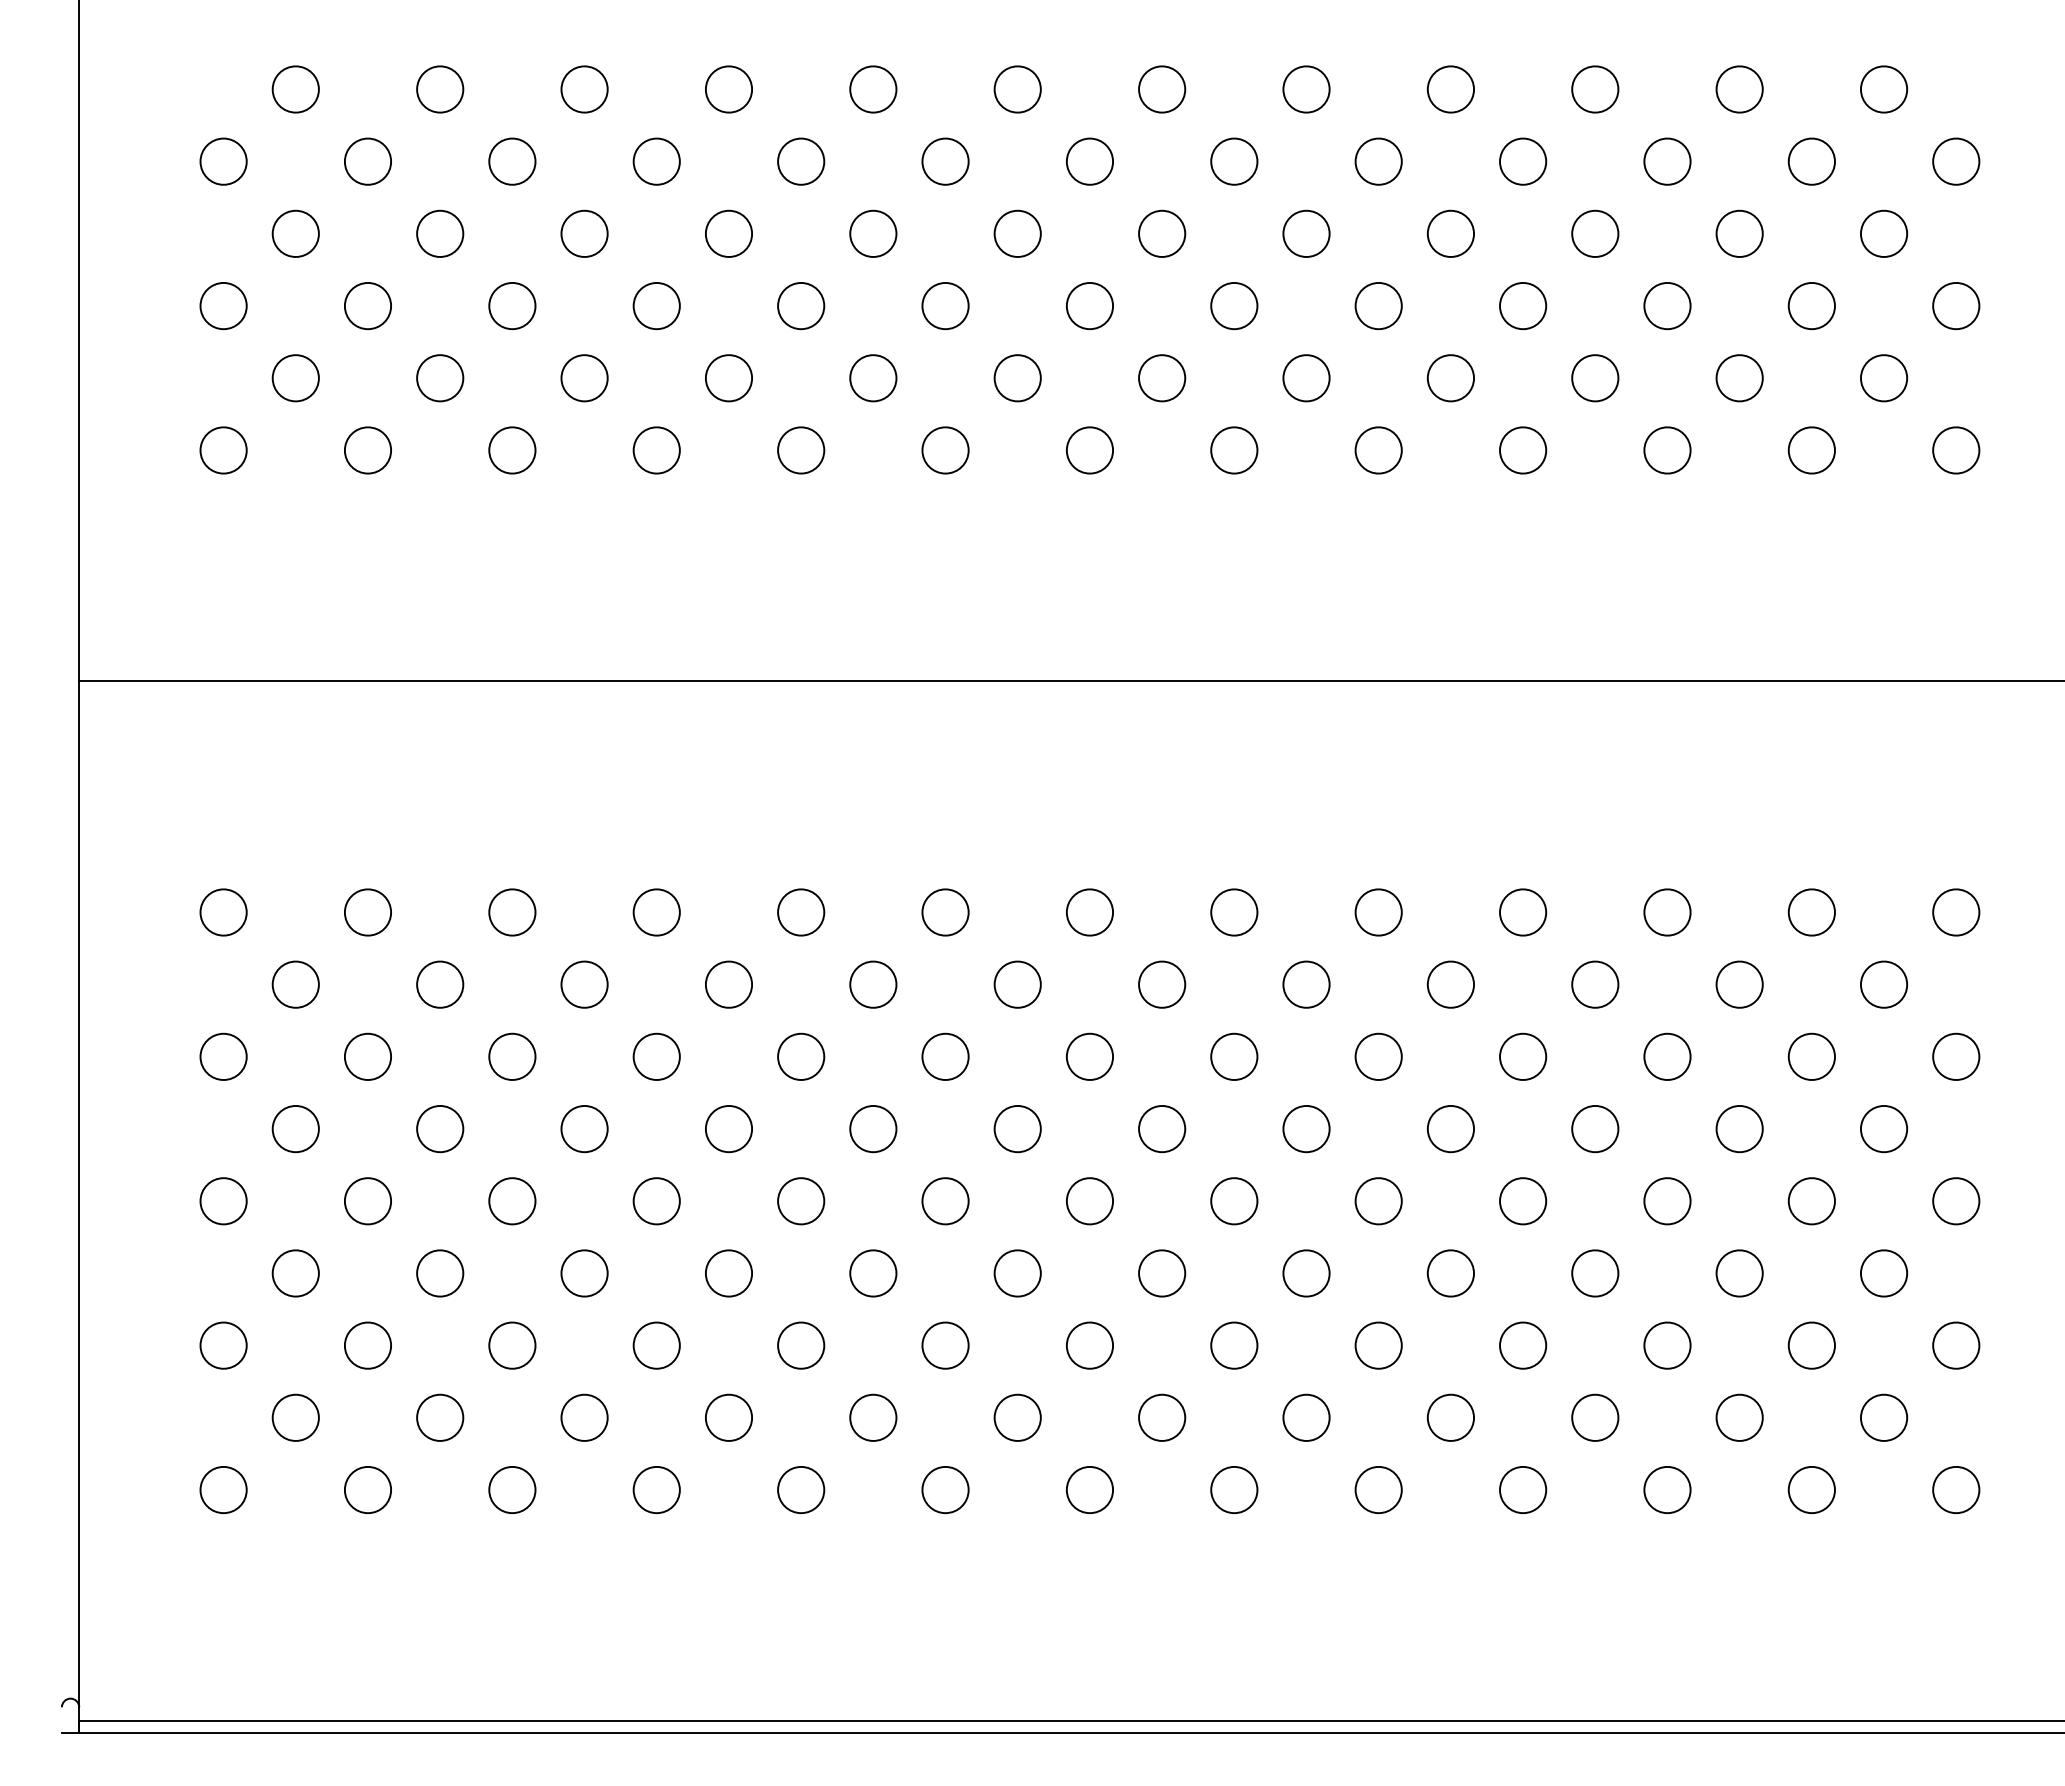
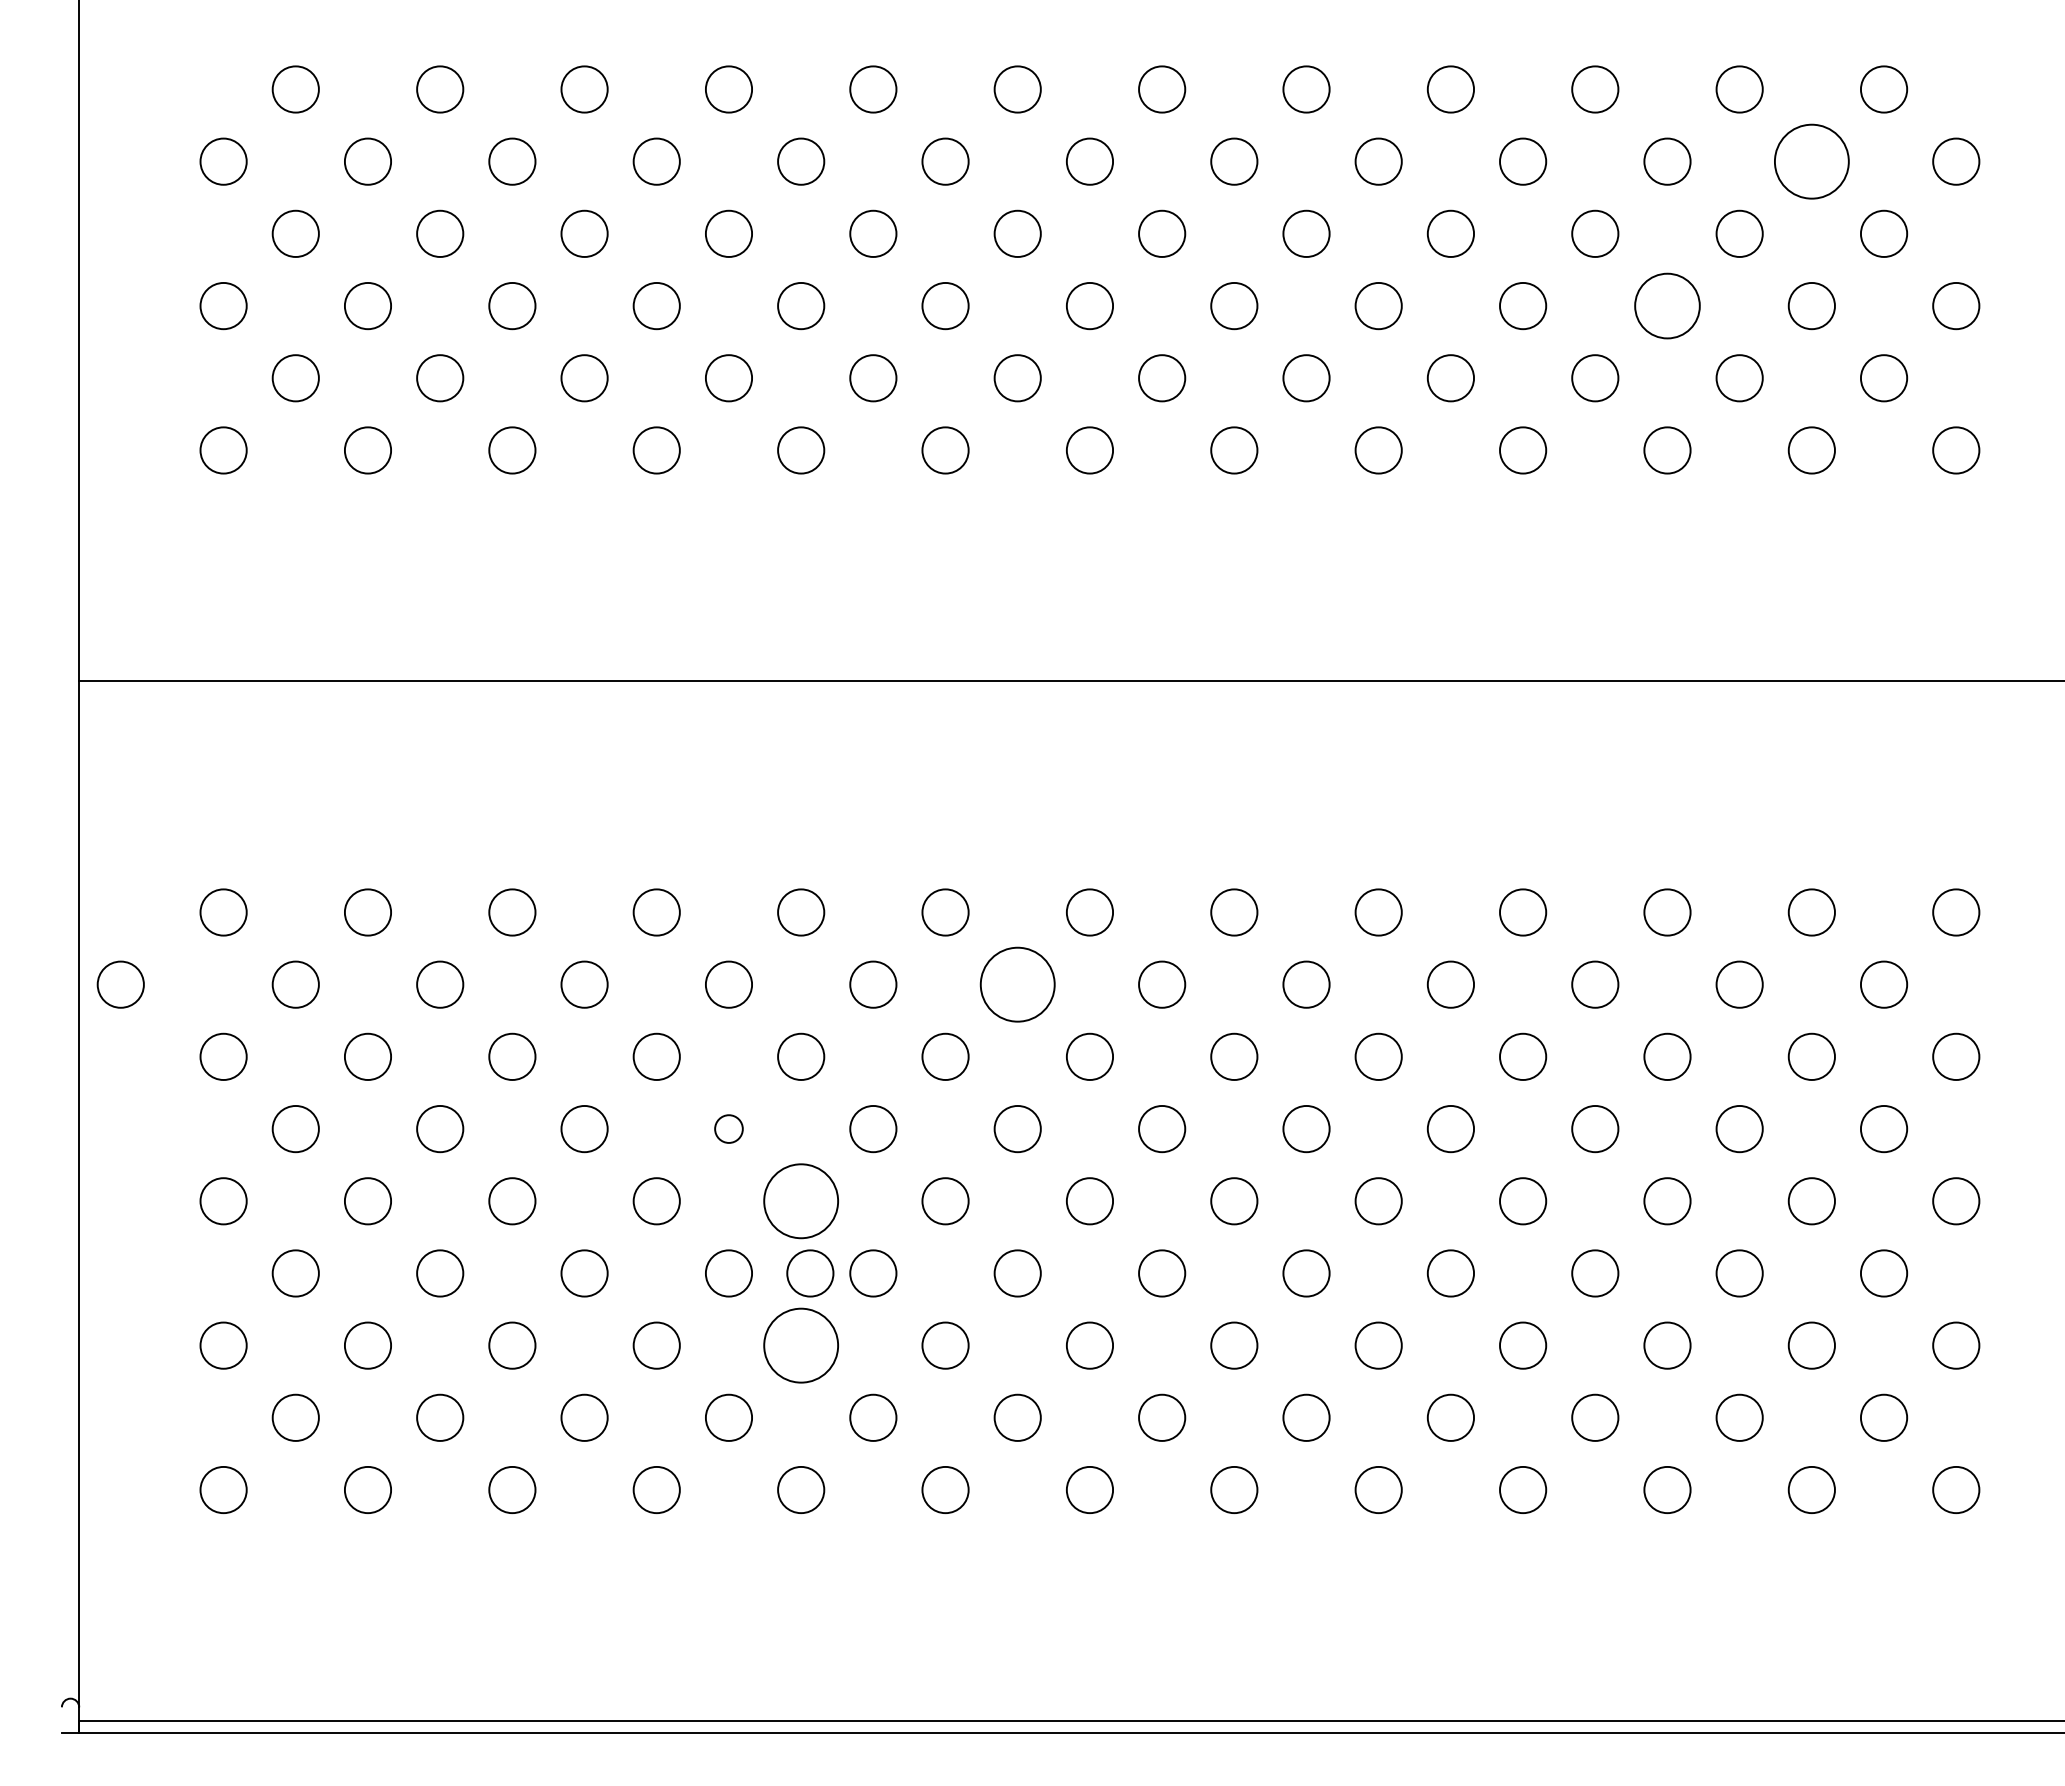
circle at (1811, 161) diameter: 46 px -> 74 px
circle at (1667, 305) diameter: 46 px -> 65 px
circle at (120, 984): none -> present
circle at (1017, 984) diameter: 46 px -> 74 px
circle at (728, 1128) diameter: 46 px -> 28 px
circle at (801, 1201) diameter: 46 px -> 74 px
circle at (810, 1273): none -> present
circle at (801, 1345) diameter: 46 px -> 74 px
